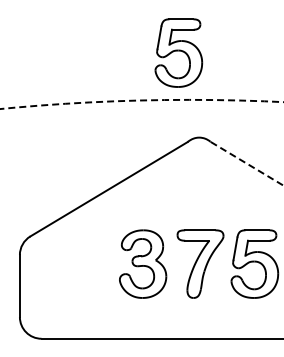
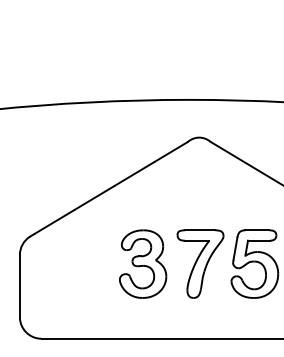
part at (178, 52): present -> none
circle at (141, 104): dashed -> solid
line at (247, 164): dashed -> solid
